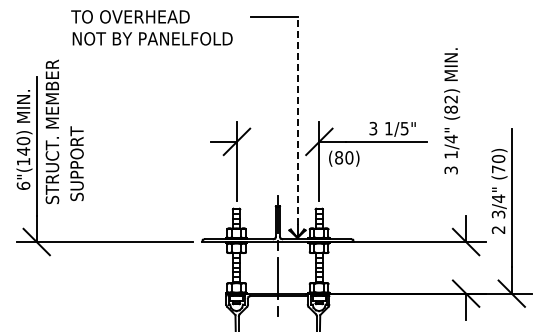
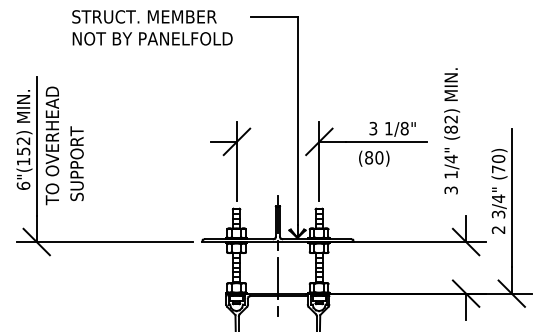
text at (143, 16): TO OVERHEAD -> STRUCT. MEMBER
text at (452, 111) position: (452, 111) -> (452, 131)
line at (297, 121): dashed -> solid
text at (404, 128): 1/5" -> 1/8"
text at (52, 132): STRUCT. MEMBER -> TO OVERHEAD
text at (23, 146): 6"(140) -> 6"(152)
text at (344, 158) position: (344, 158) -> (374, 158)
